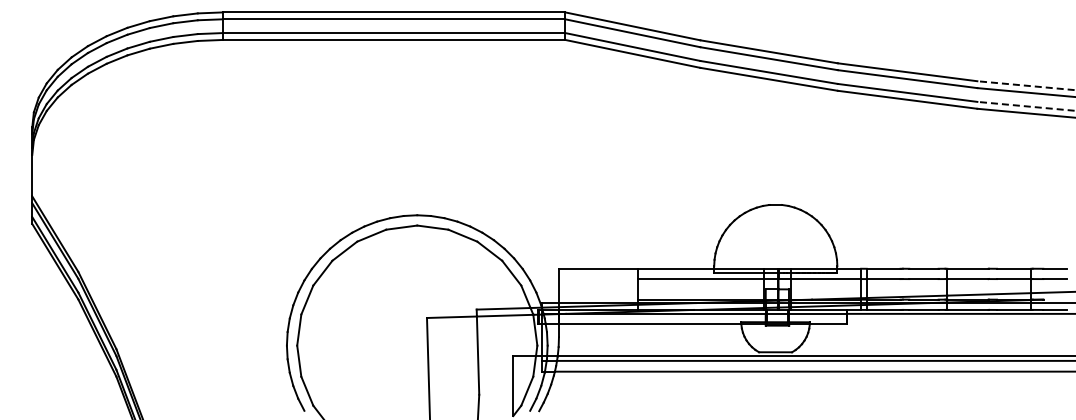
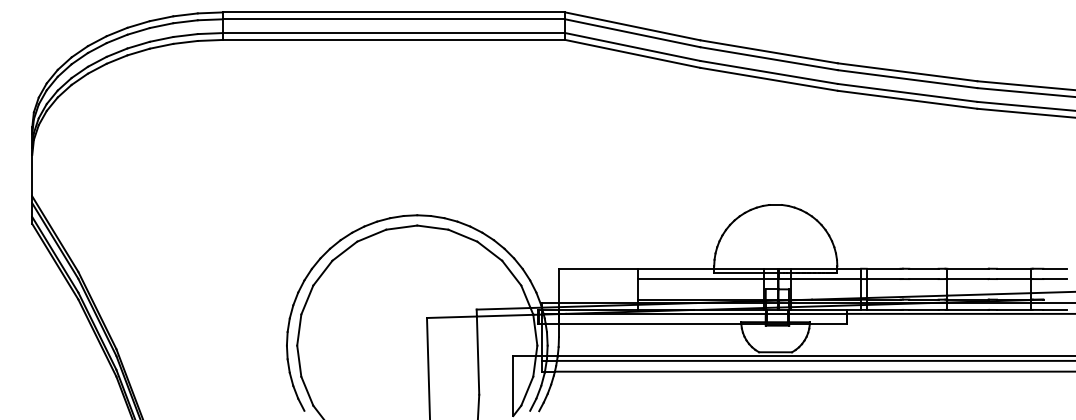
line at (1026, 85): dashed -> solid
line at (1026, 106): dashed -> solid
